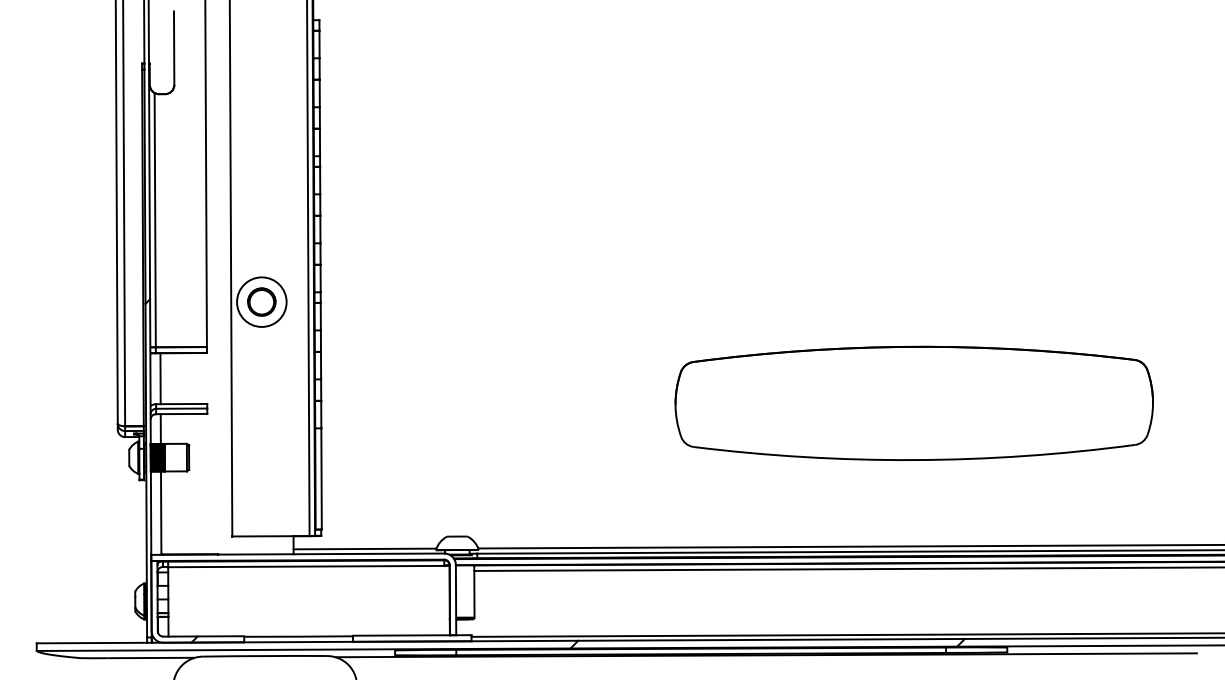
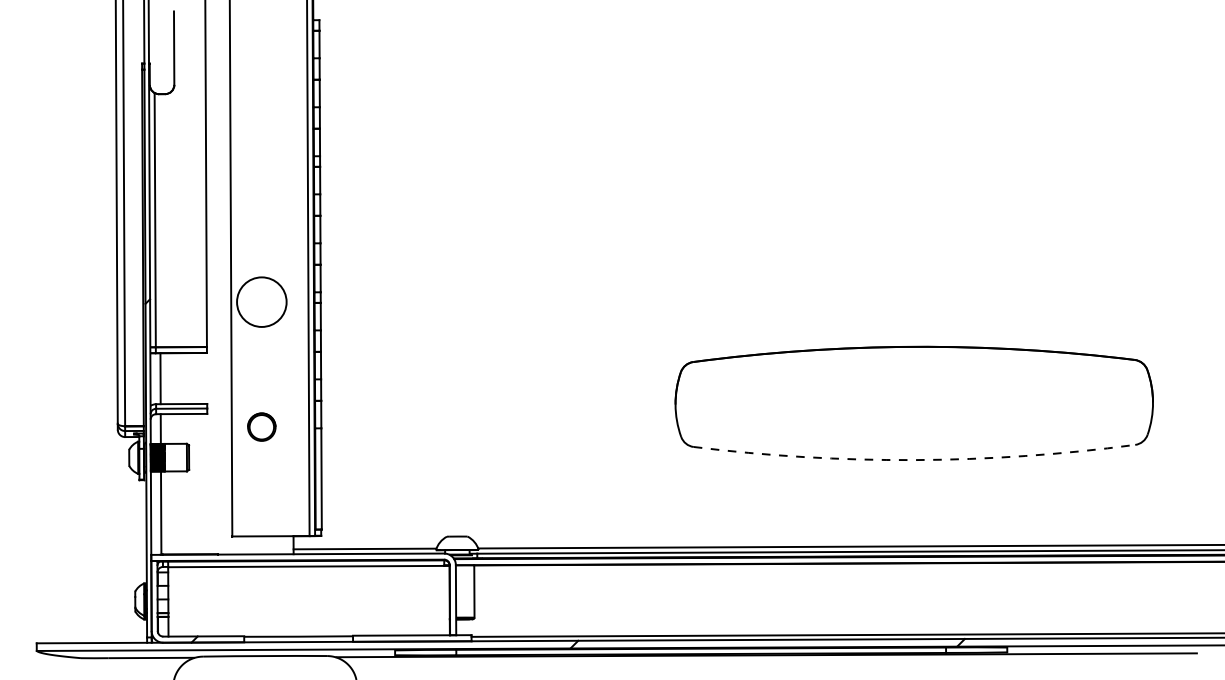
part at (261, 301) position: (261, 301) -> (261, 426)
arc at (914, 460): solid -> dashed
line at (847, 568): present -> none
